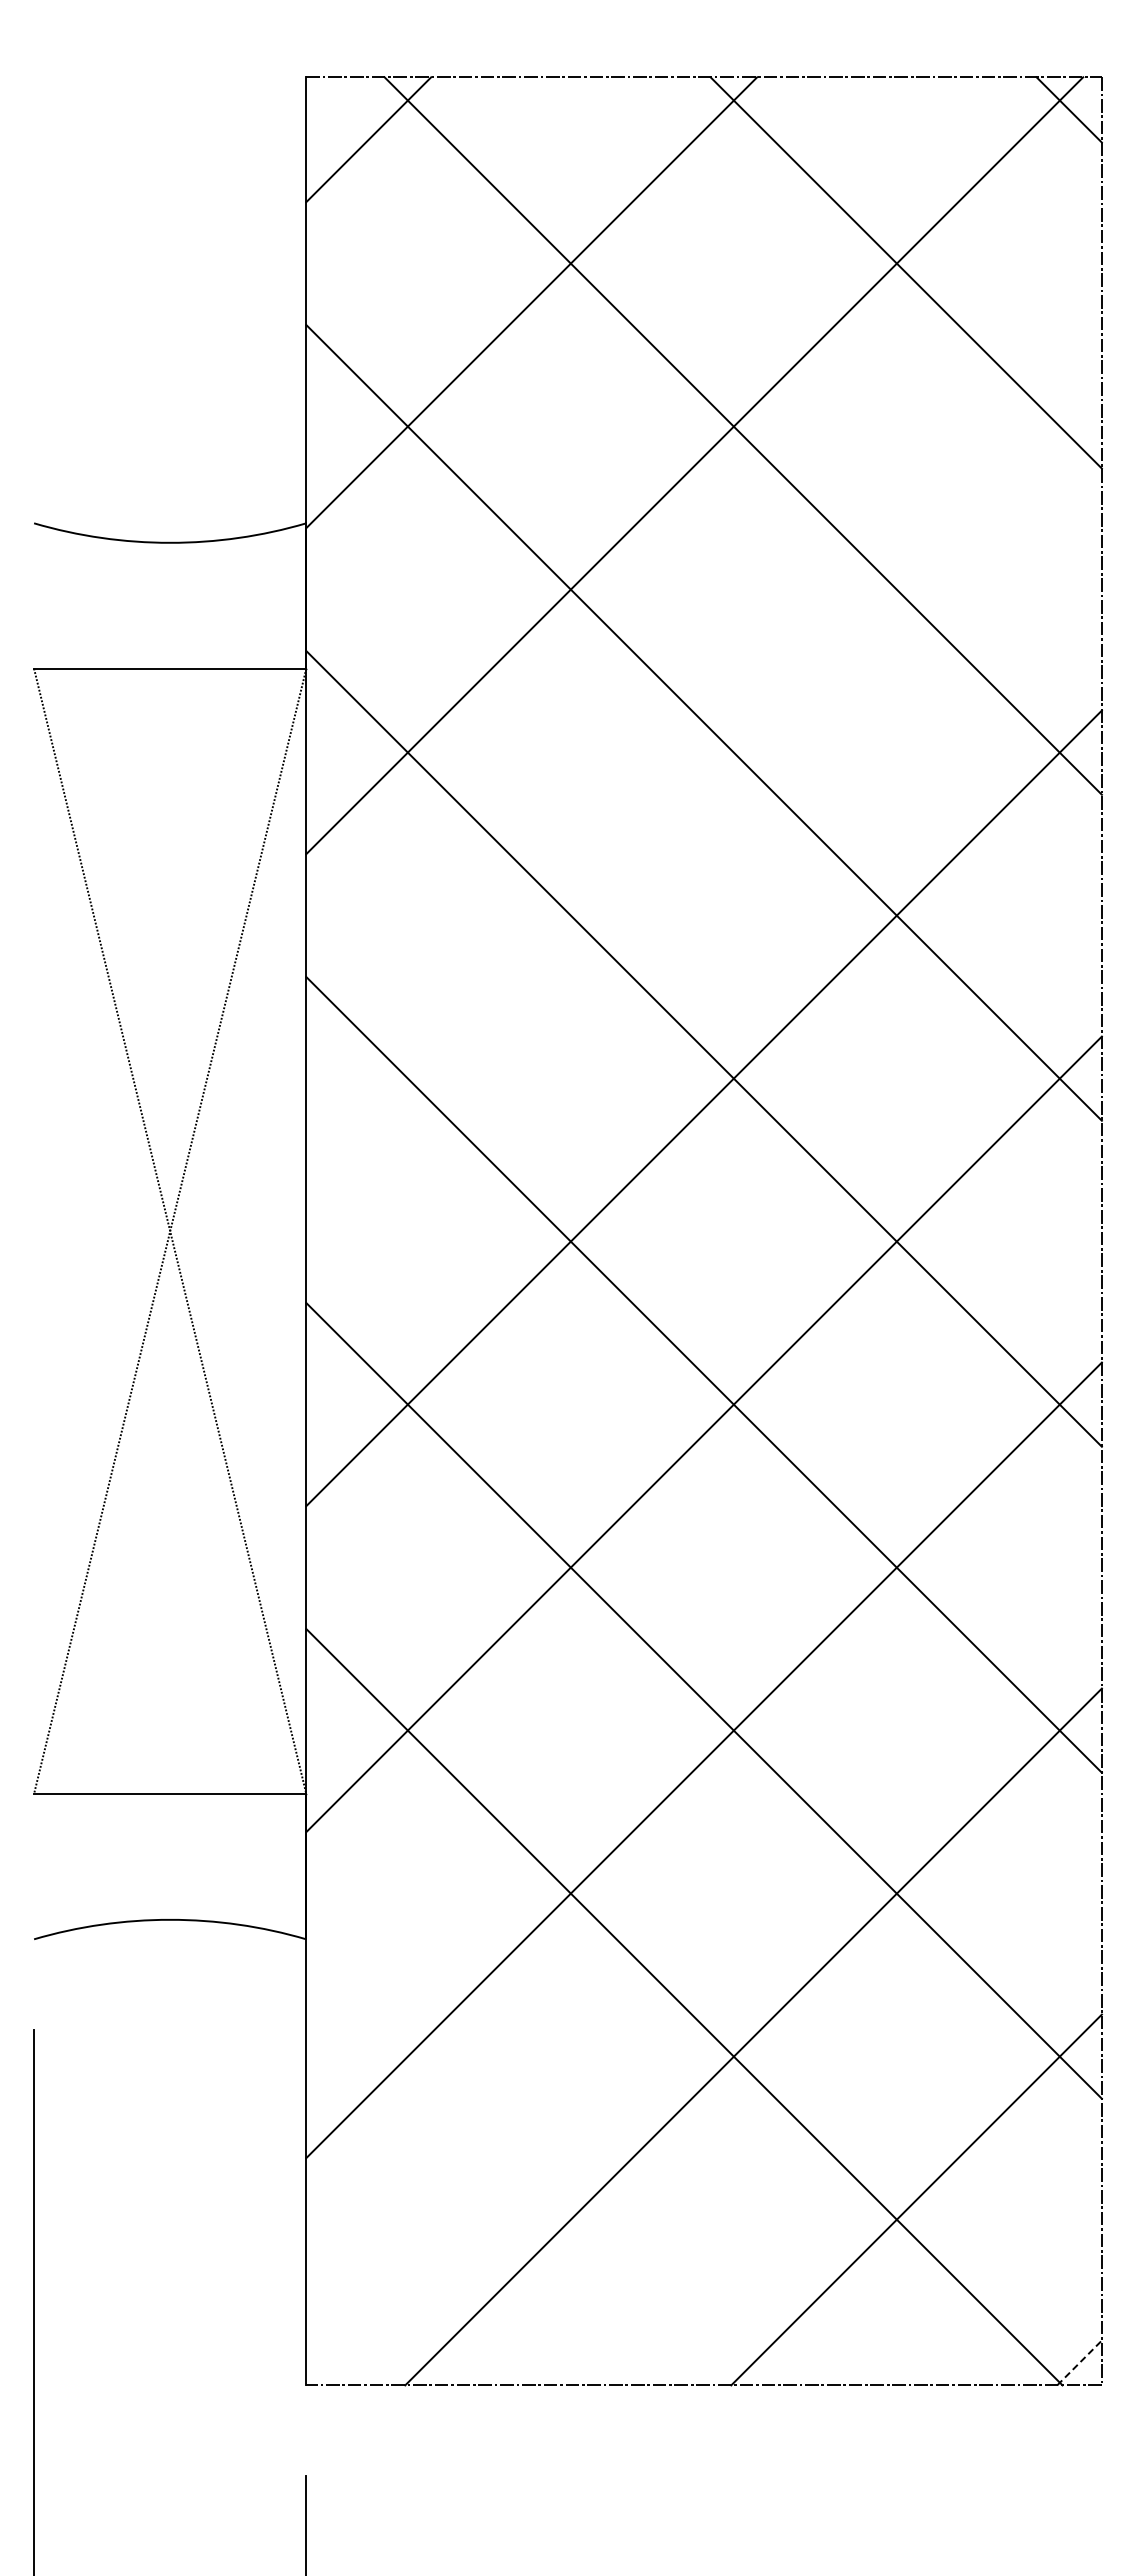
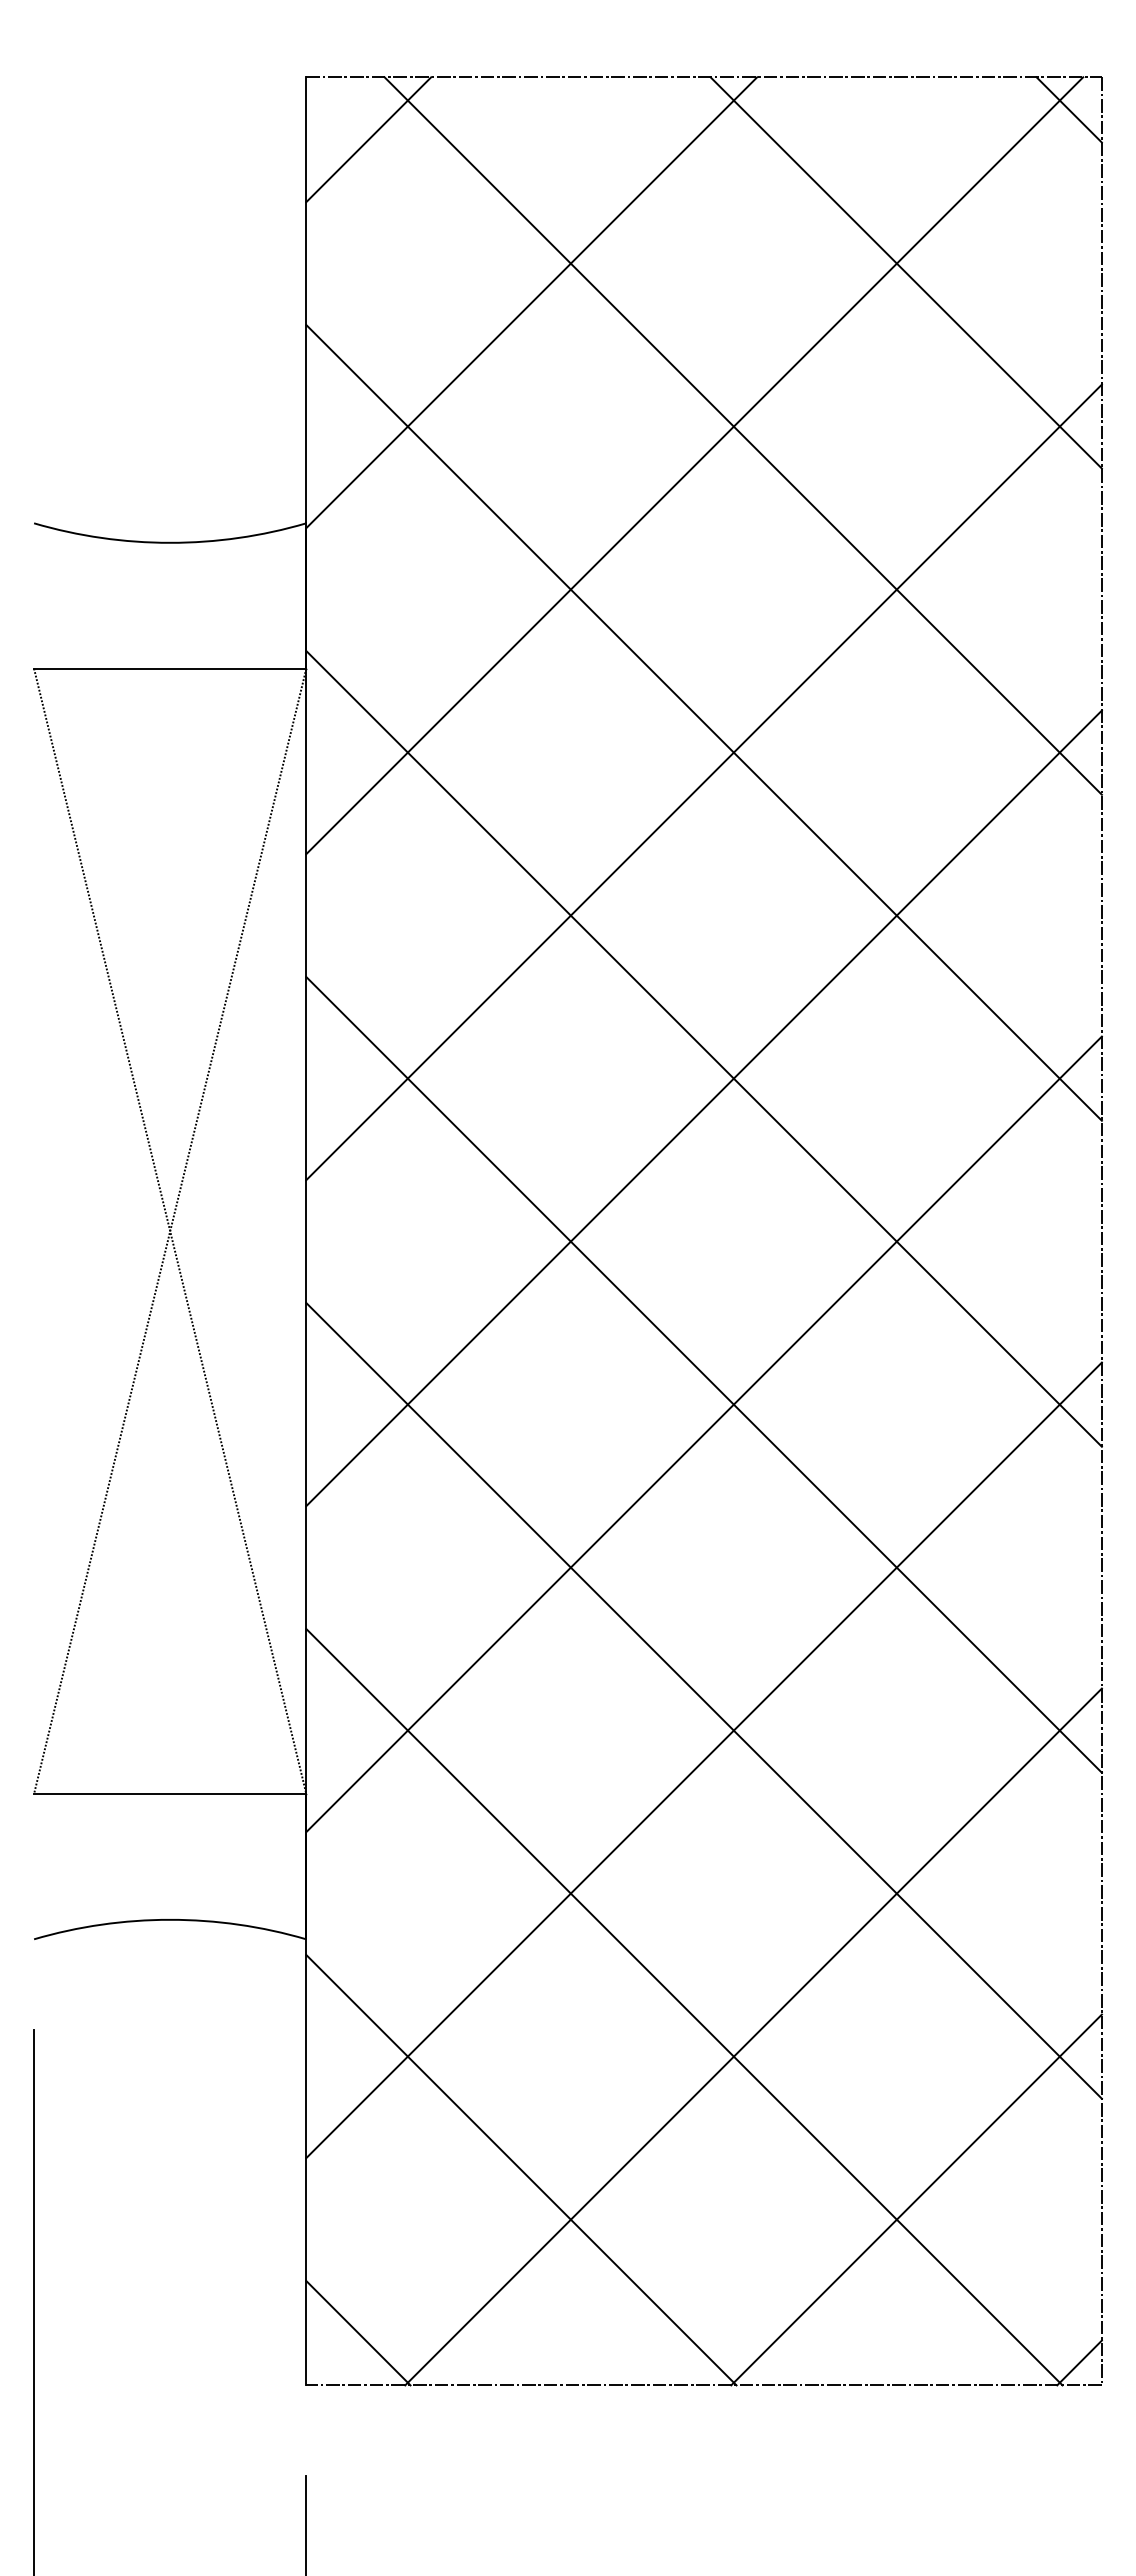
line at (703, 782): none -> present
line at (521, 2170): none -> present
line at (358, 2333): none -> present
line at (1079, 2362): dashed -> solid
